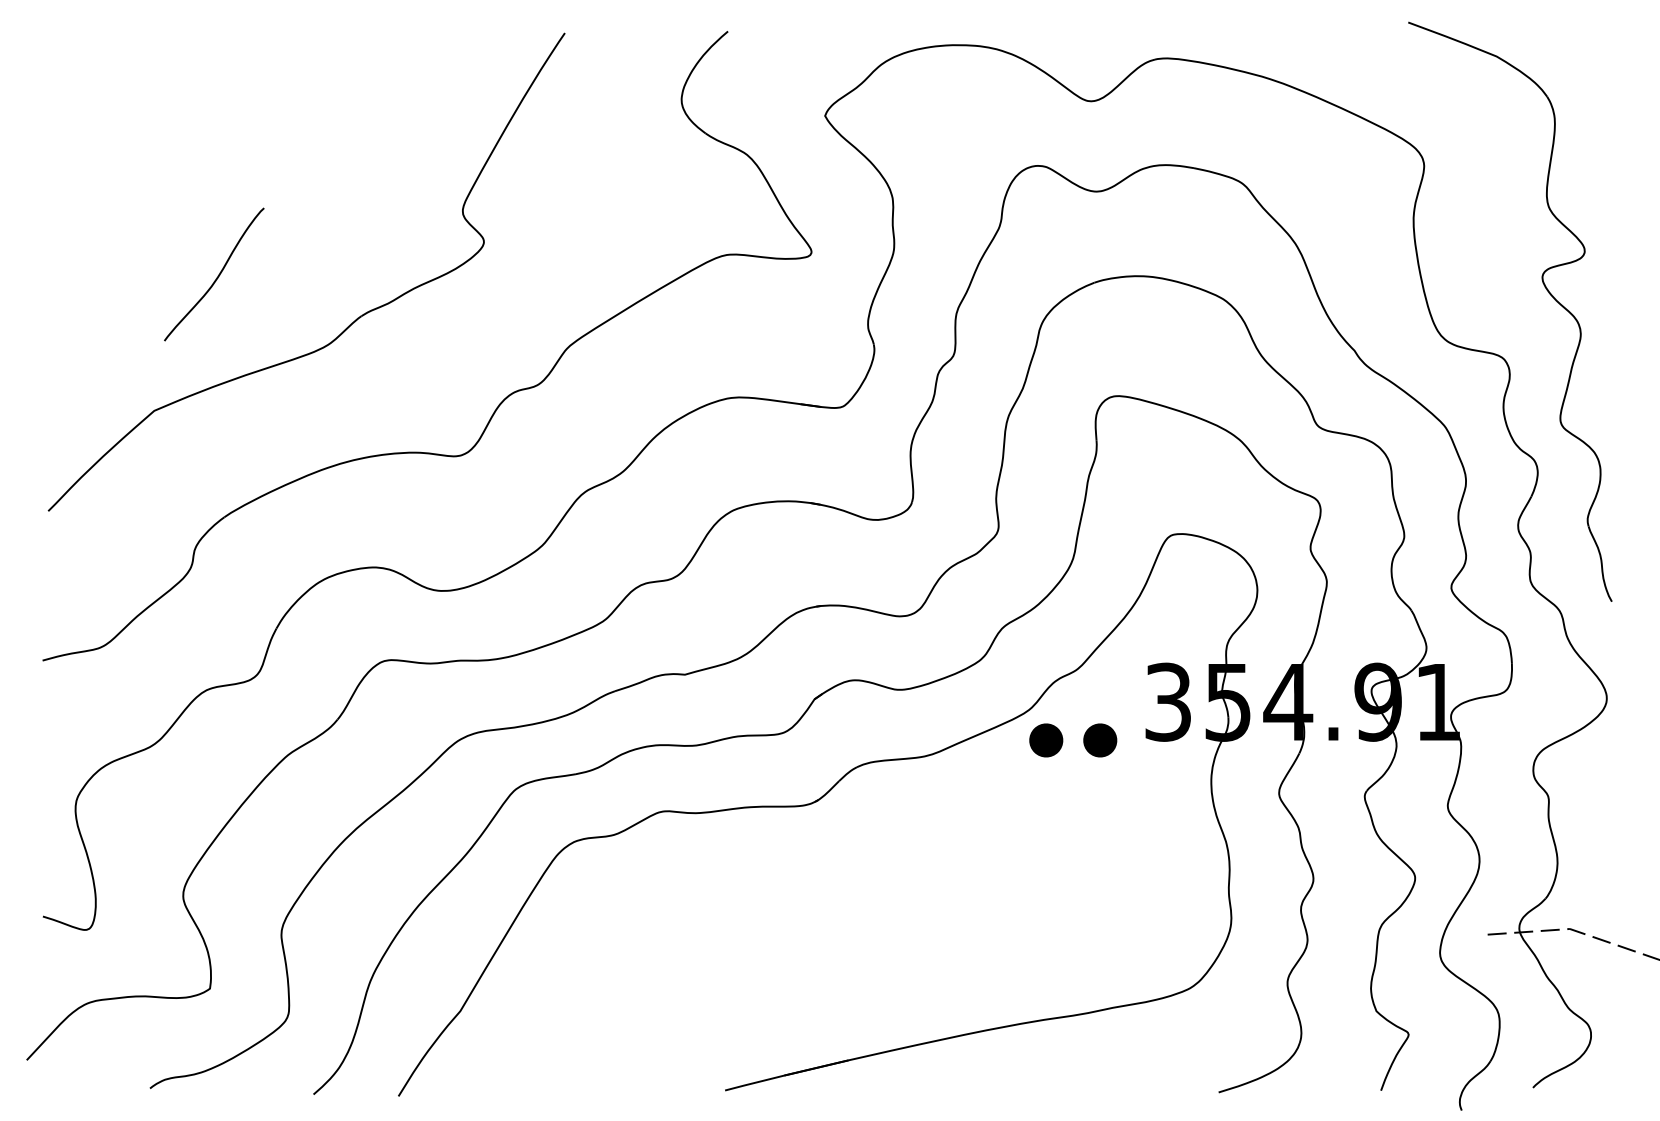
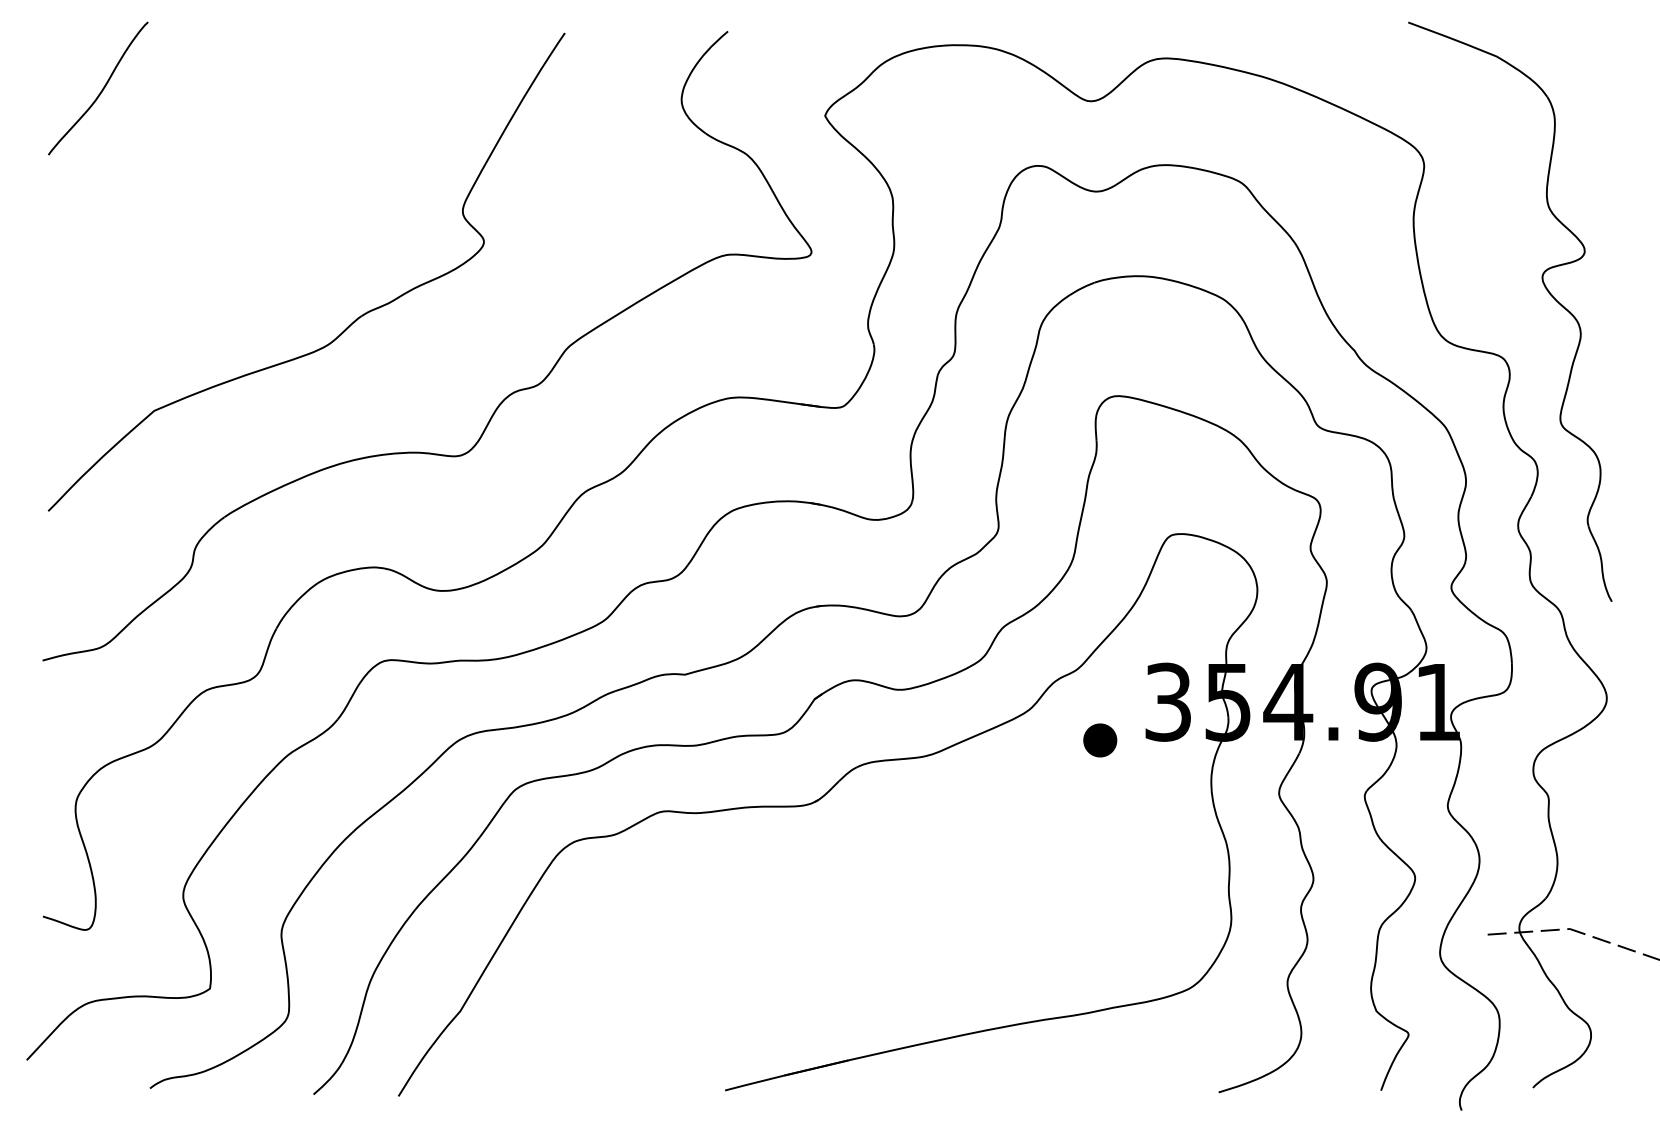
curve at (217, 276) position: (217, 276) -> (101, 90)
part at (1046, 740): present -> none
